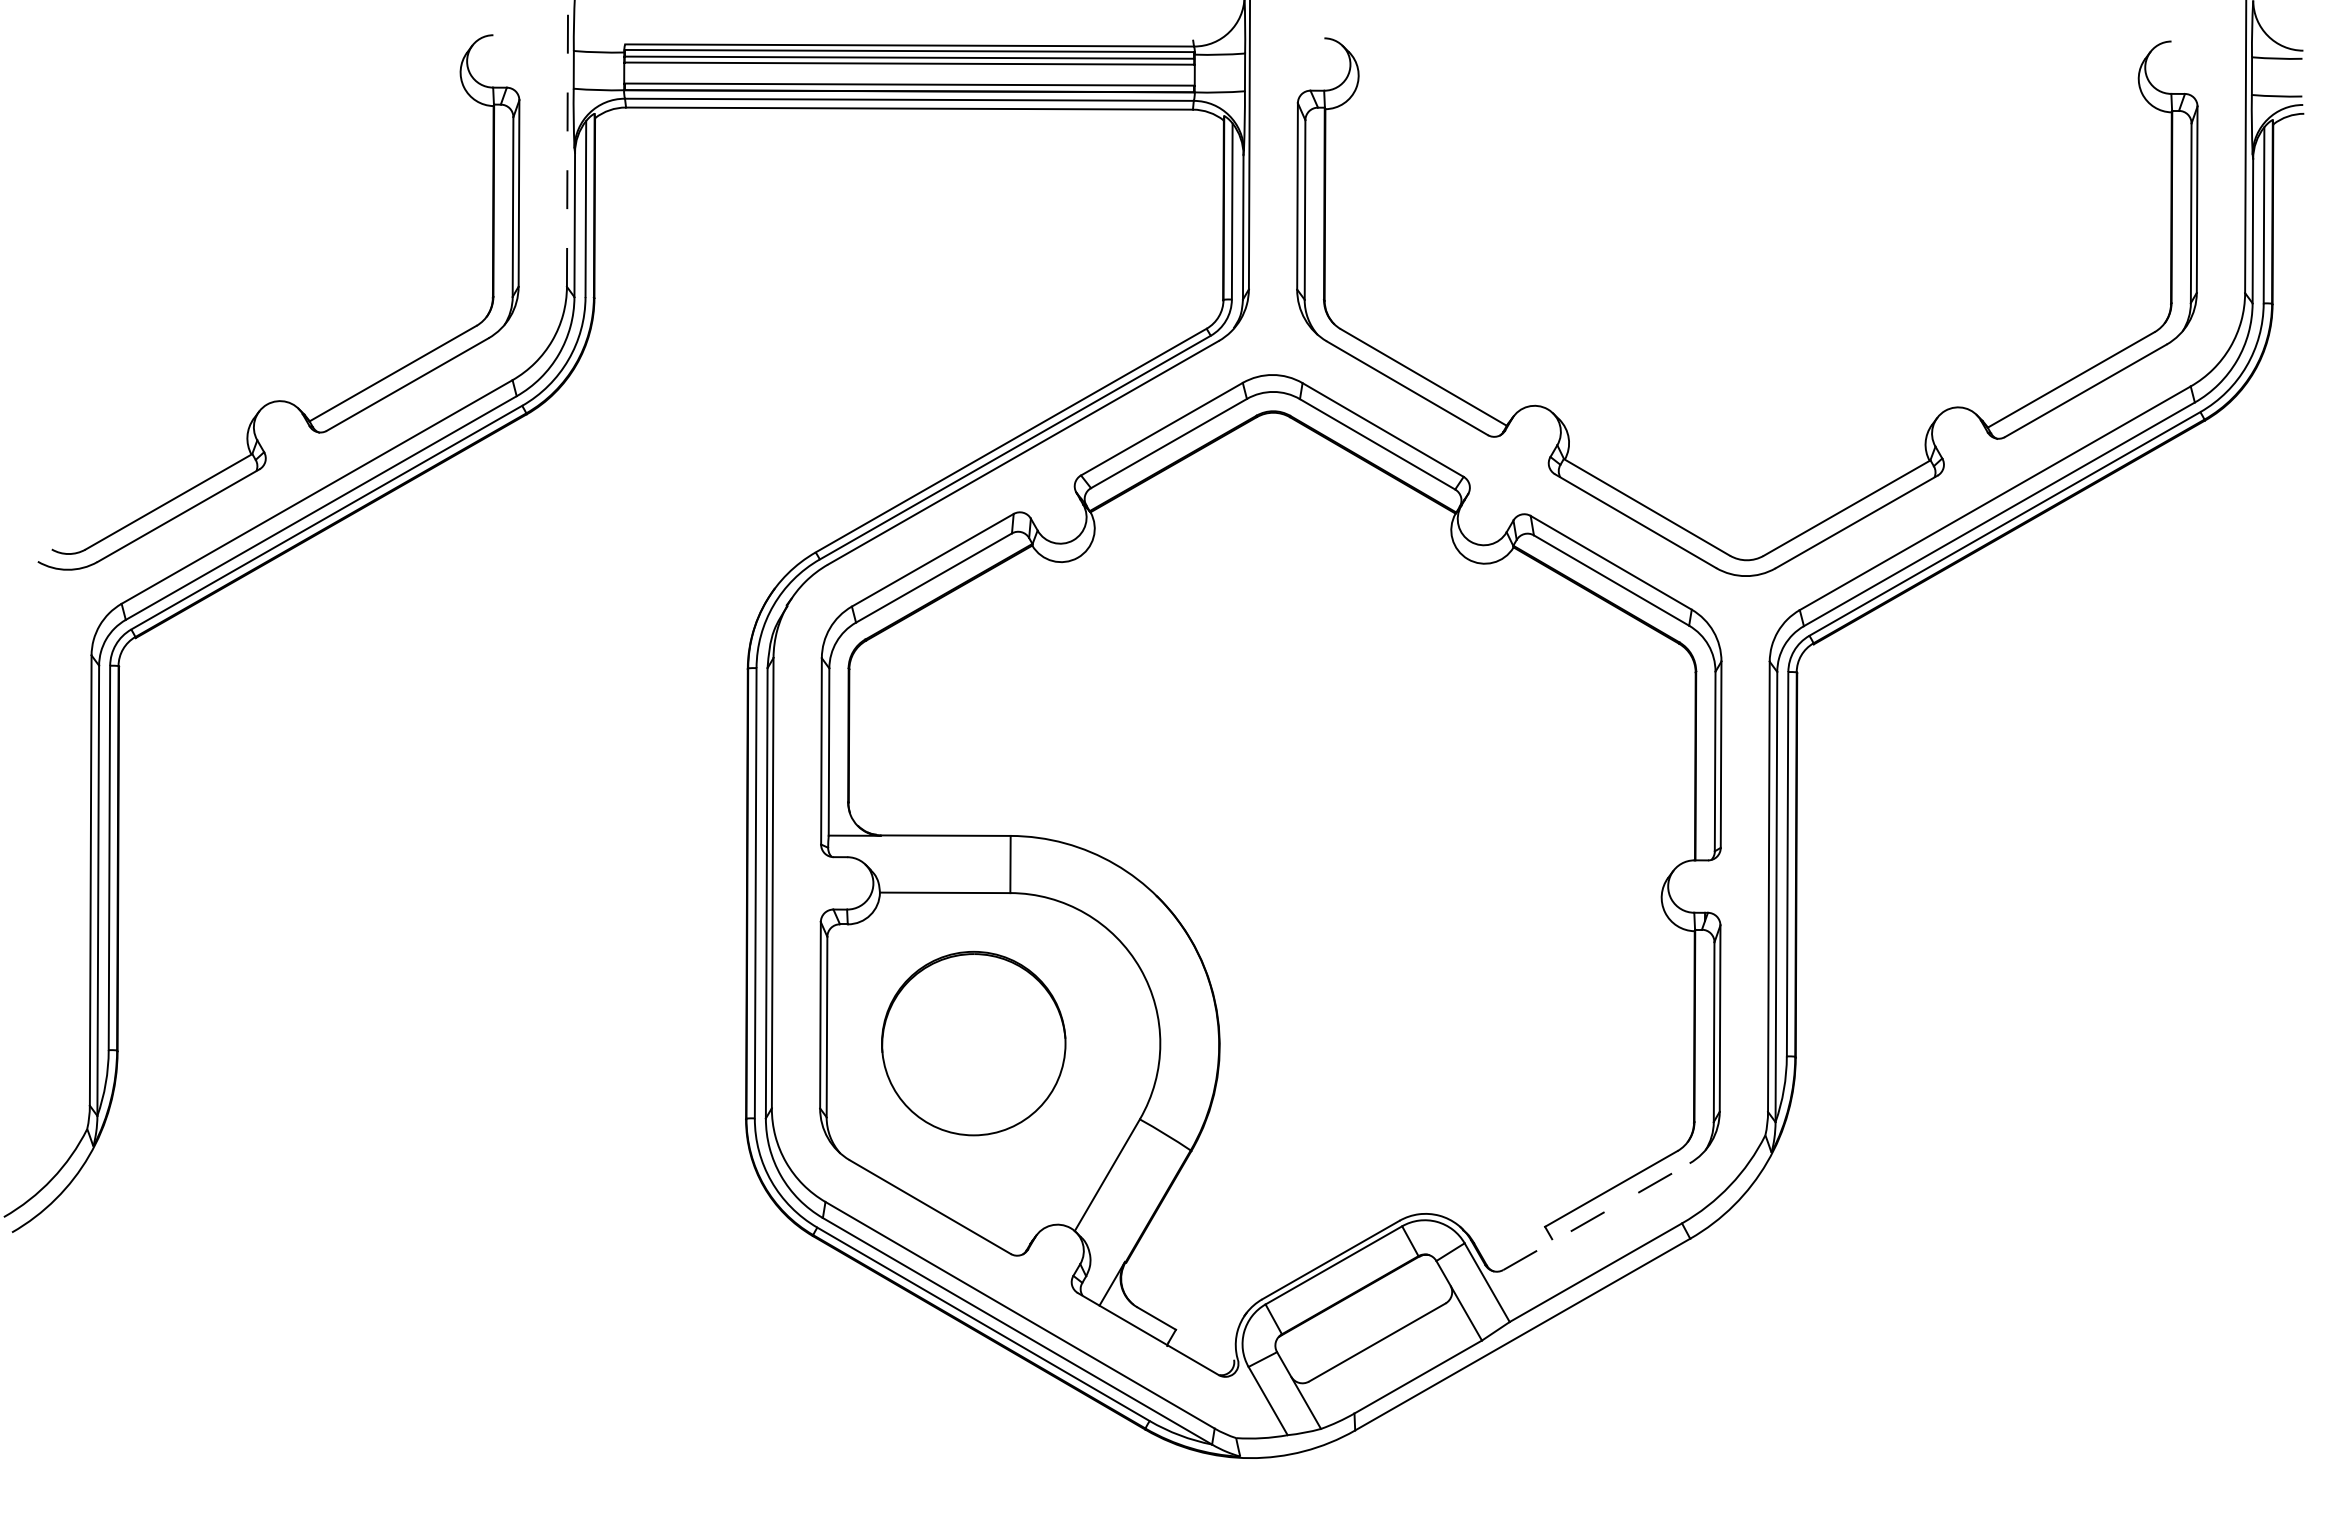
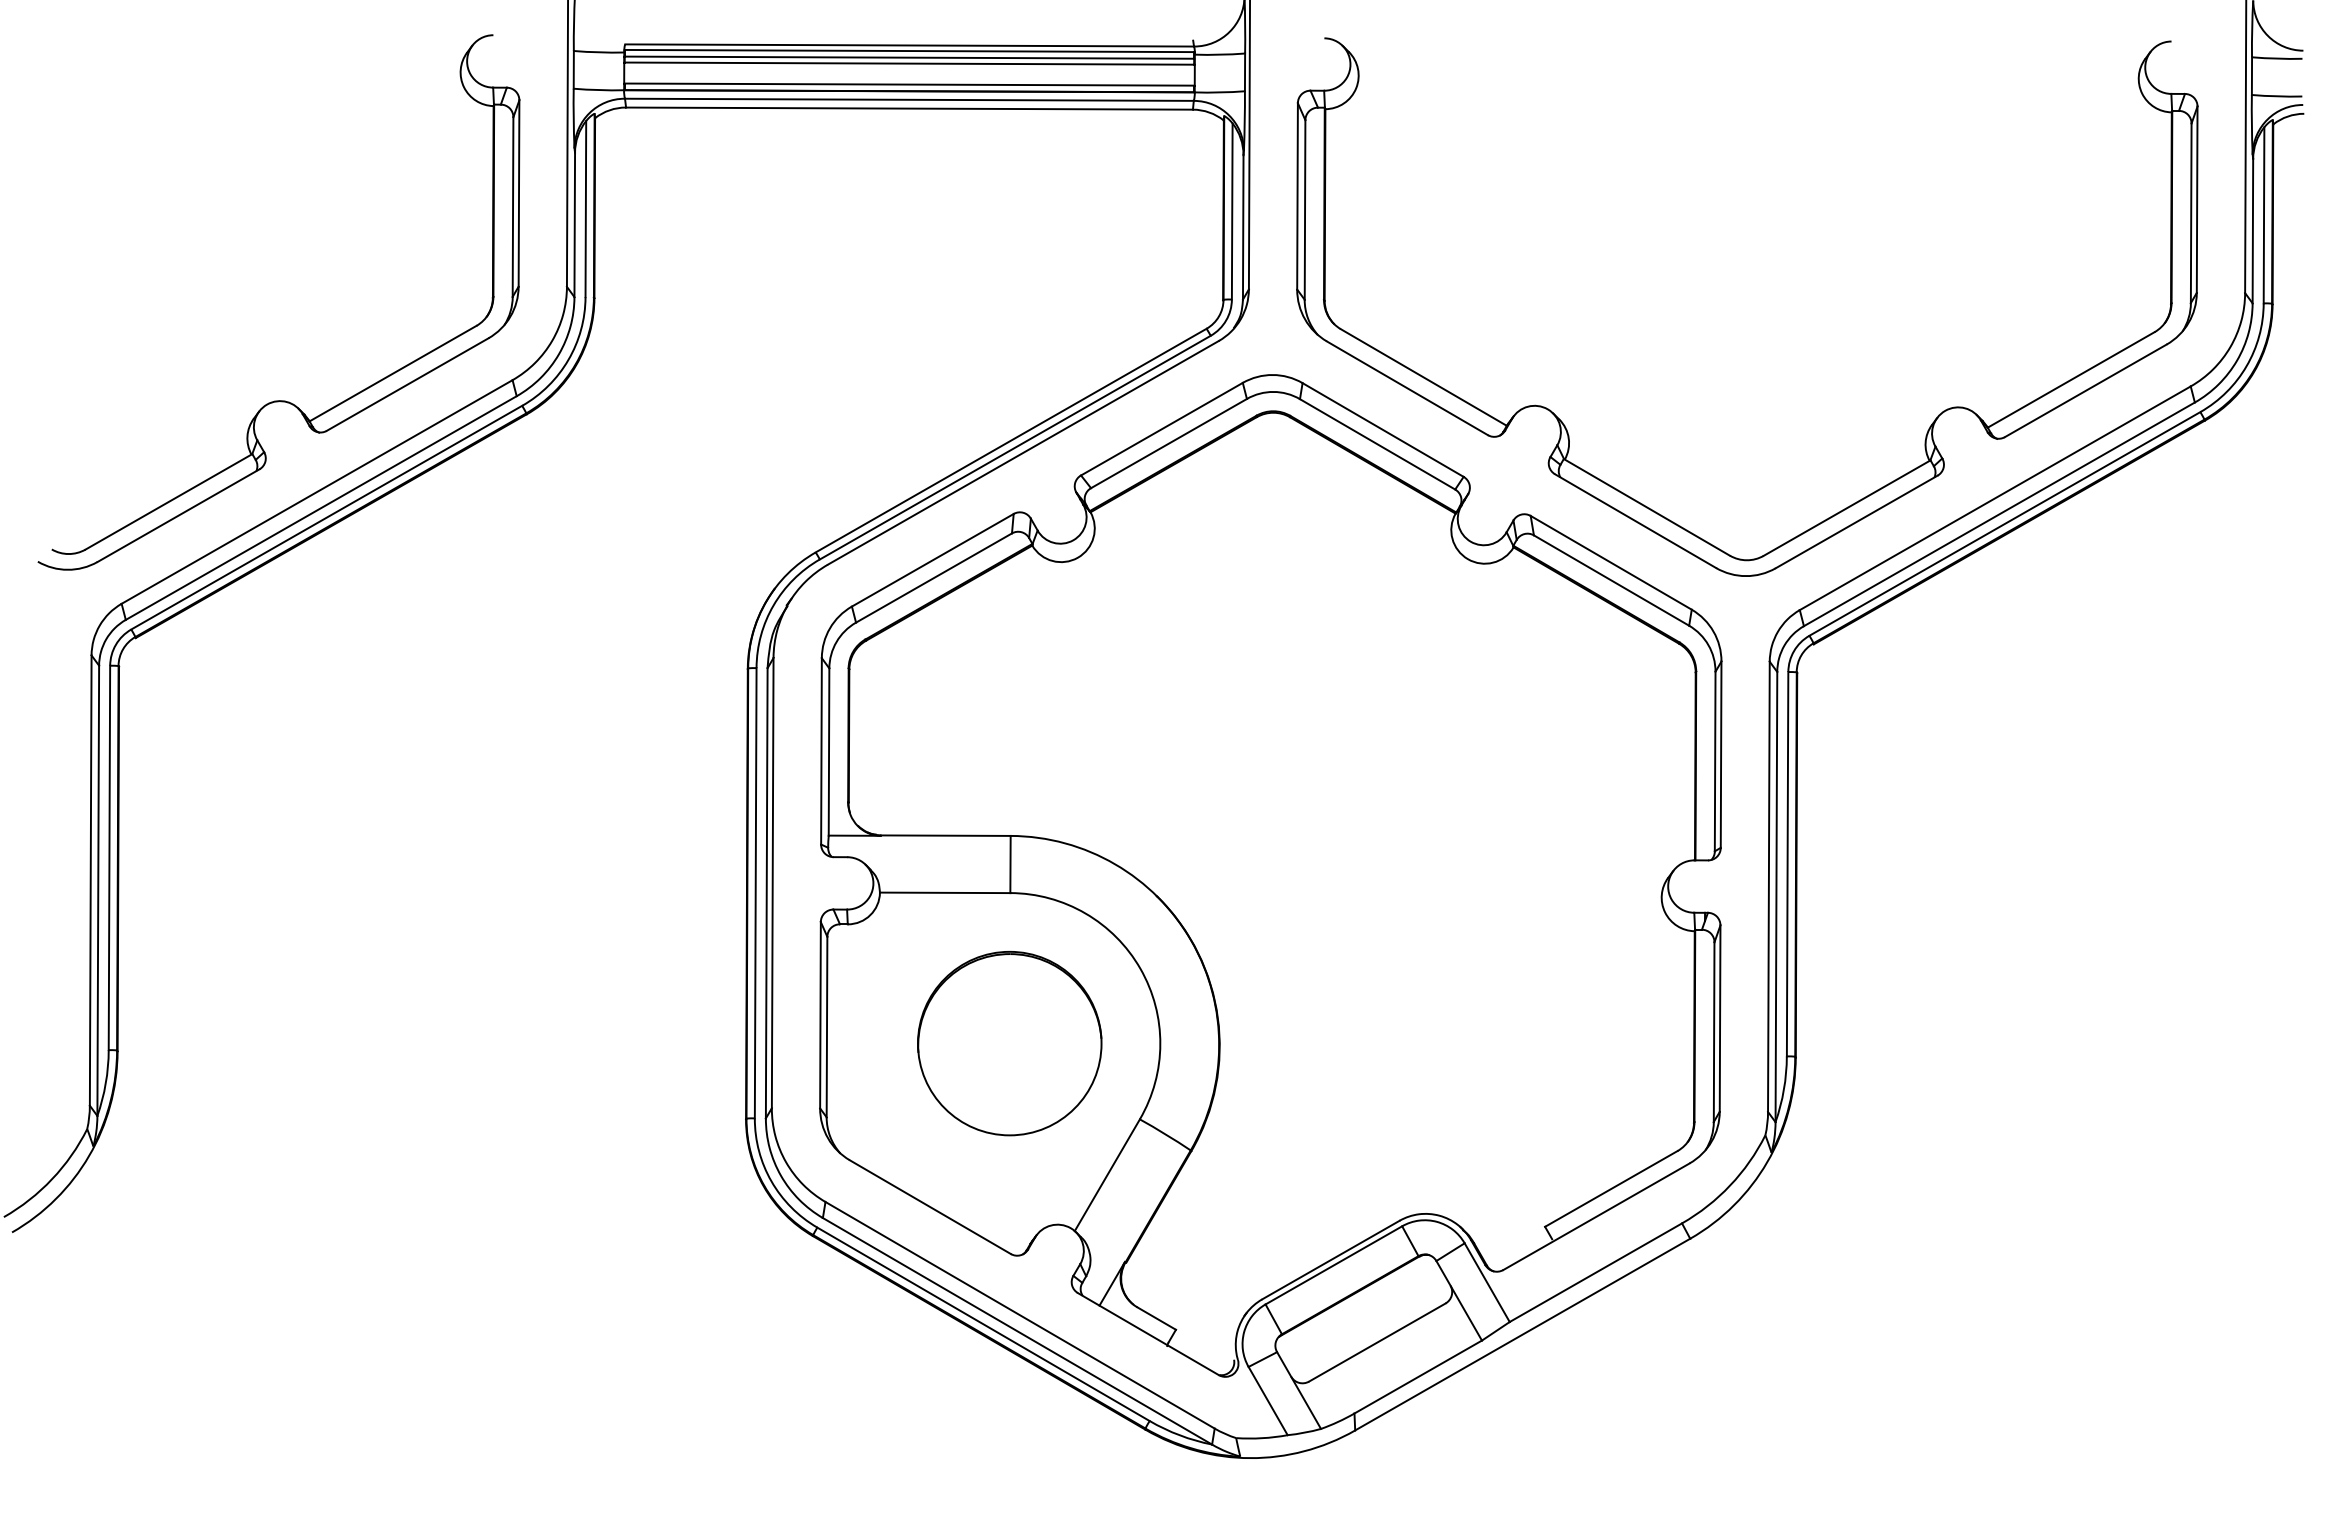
line at (567, 143): dashed -> solid
part at (973, 1043) position: (973, 1043) -> (1009, 1043)
line at (1596, 1216): dashed -> solid
